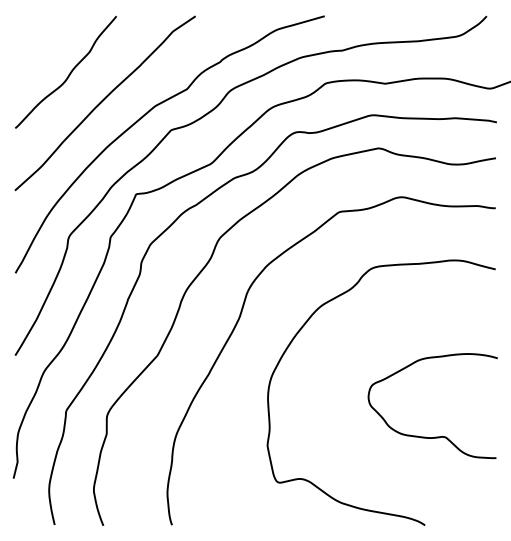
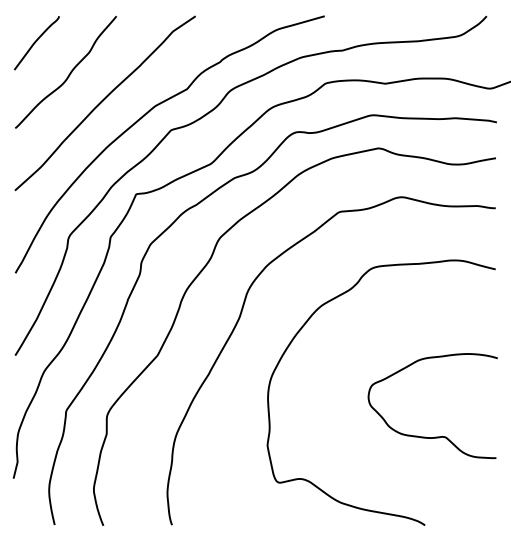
curve at (36, 42): none -> present
